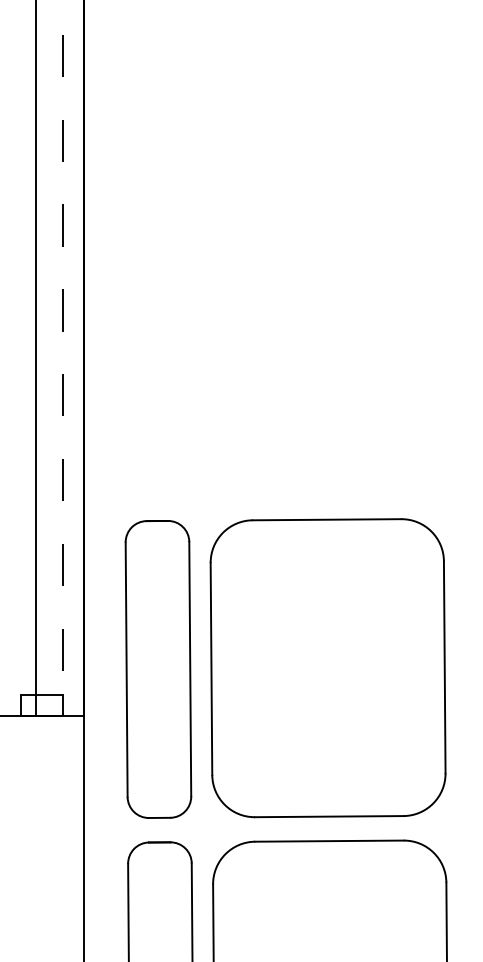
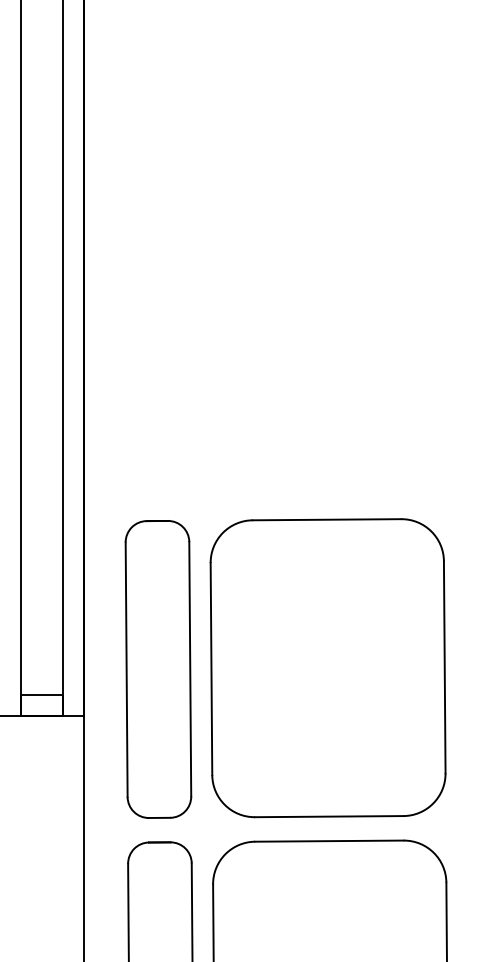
line at (62, 358): dashed -> solid
line at (35, 359) position: (35, 359) -> (20, 359)
